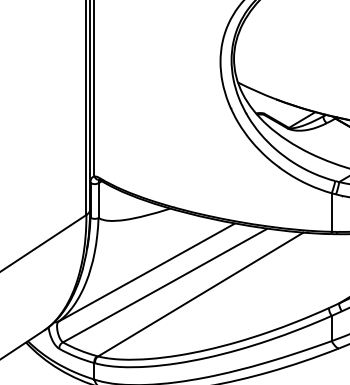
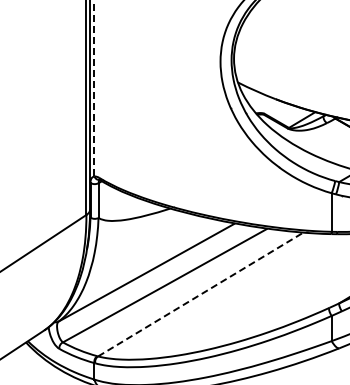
line at (94, 88): solid -> dashed
line at (200, 294): solid -> dashed
